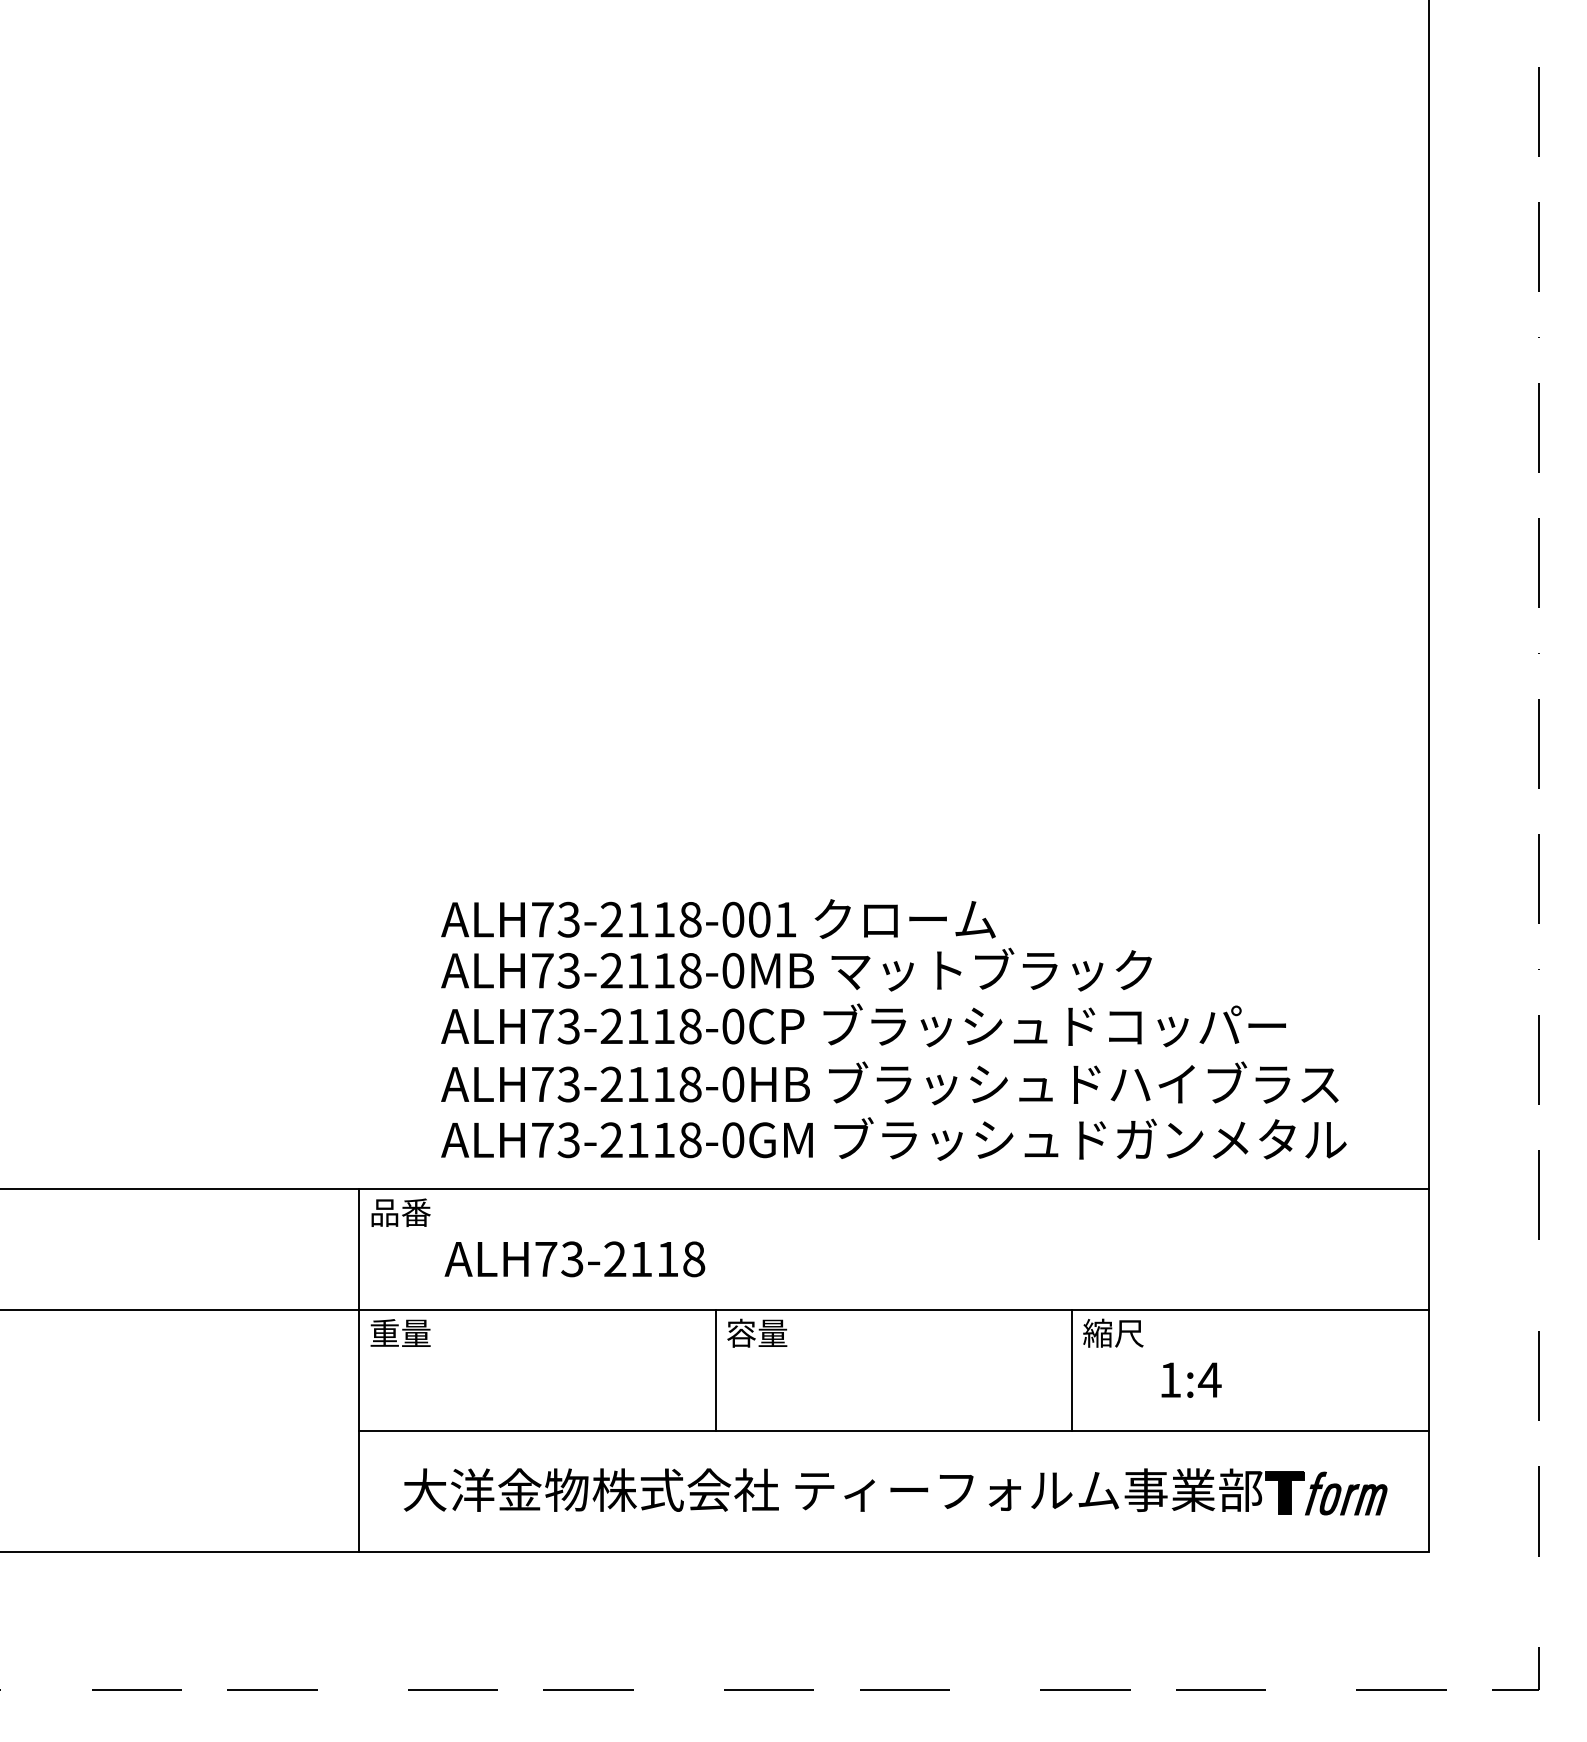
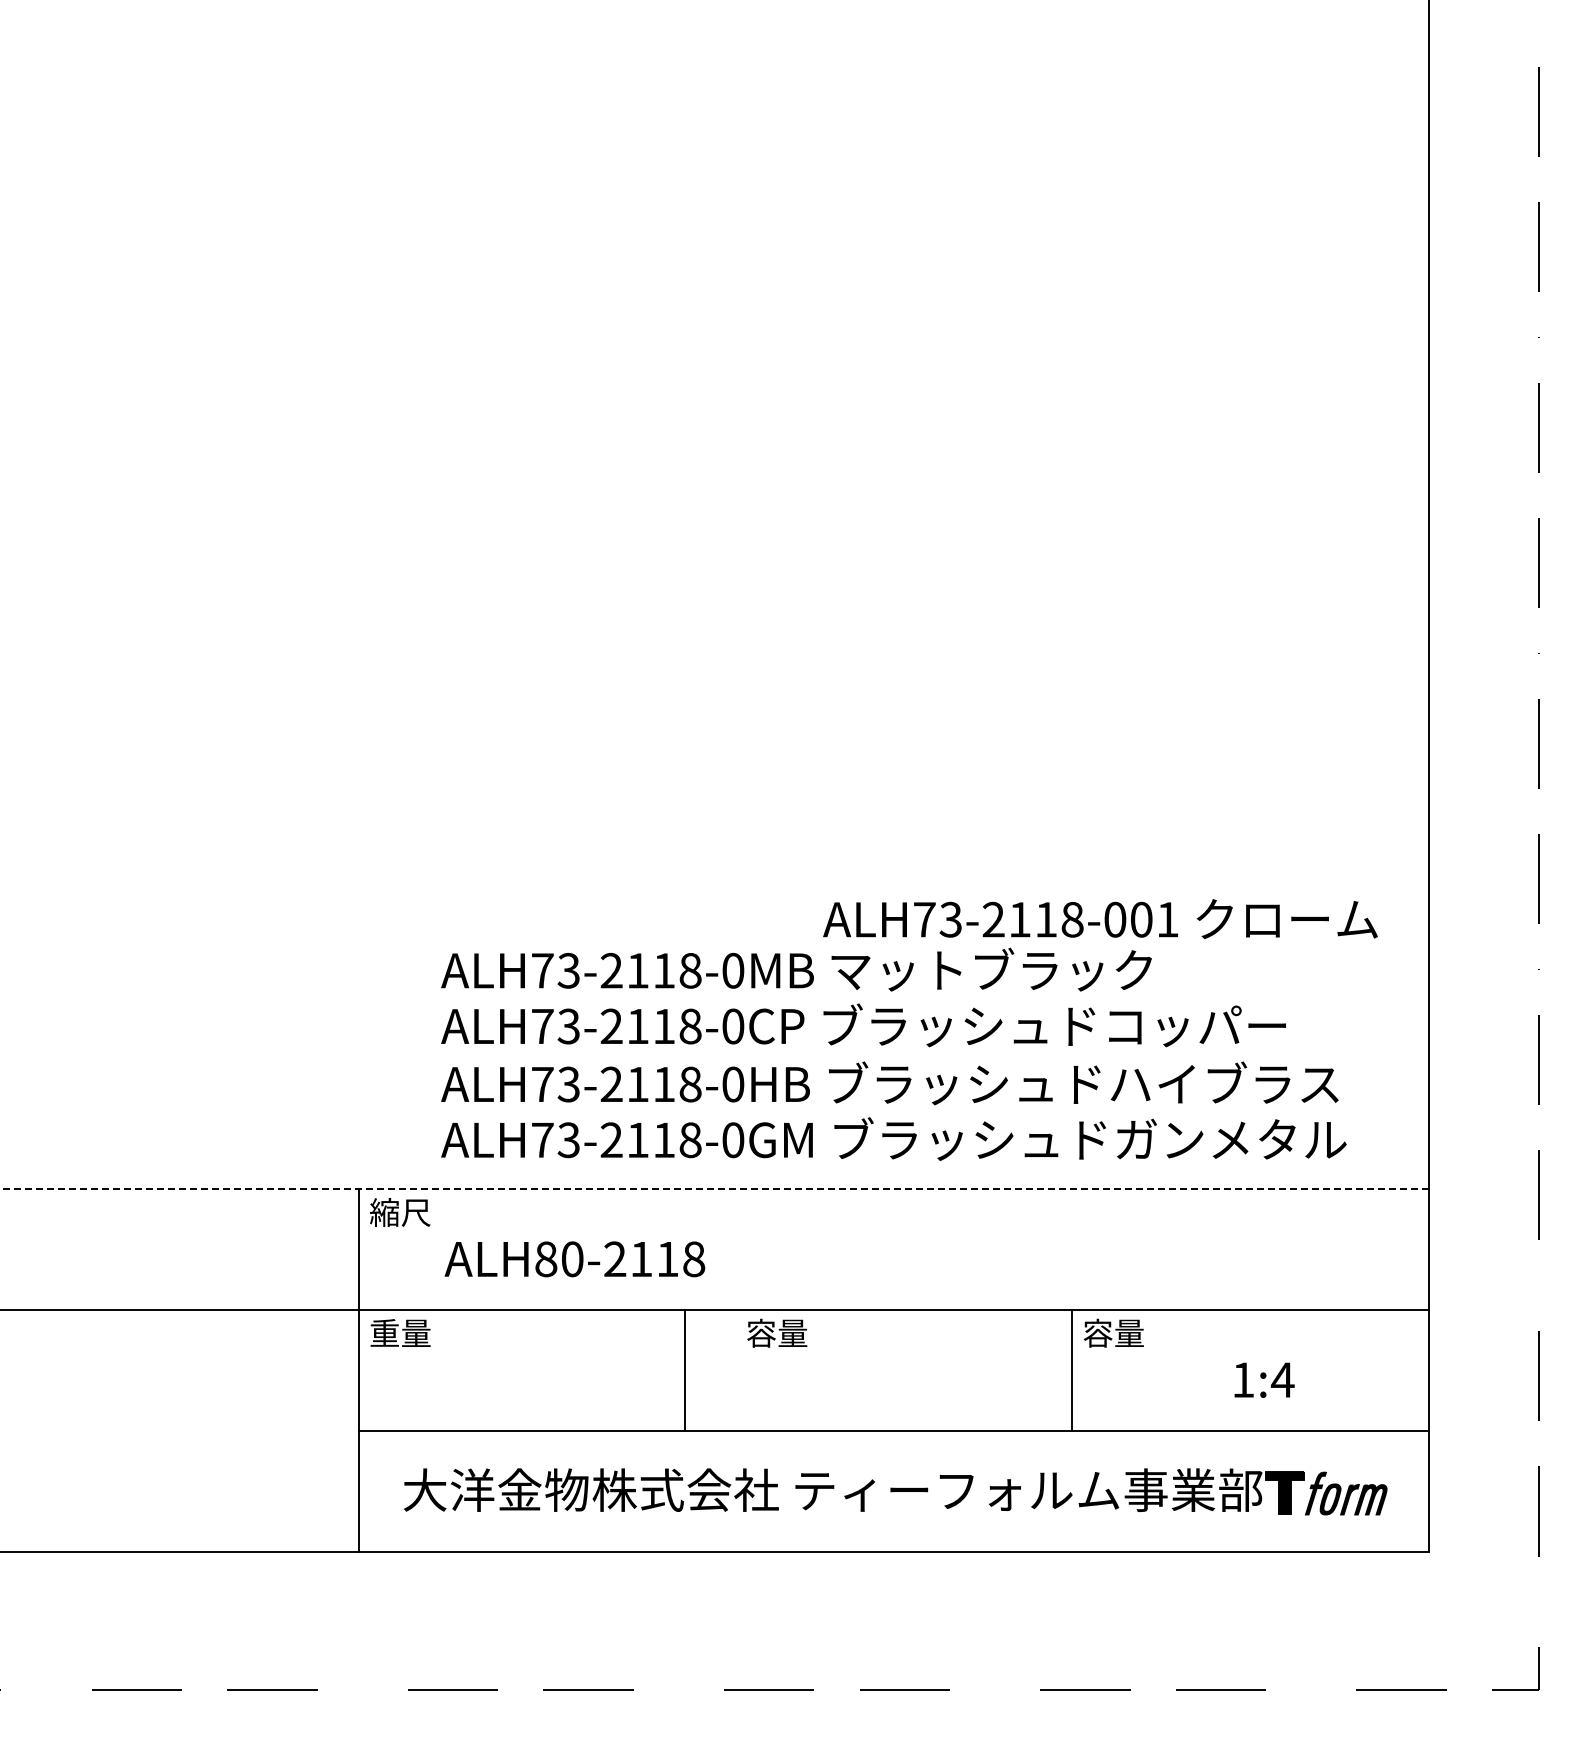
text at (718, 918) position: (718, 918) -> (1100, 918)
line at (714, 1189): solid -> dashed
text at (400, 1212): 品番 -> 縮尺
text at (559, 1259): ALH73-2118 -> ALH80-2118
text at (757, 1332) position: (757, 1332) -> (777, 1332)
text at (1113, 1332): 縮尺 -> 容量
line at (715, 1370) position: (715, 1370) -> (684, 1370)
text at (1191, 1379) position: (1191, 1379) -> (1264, 1379)
